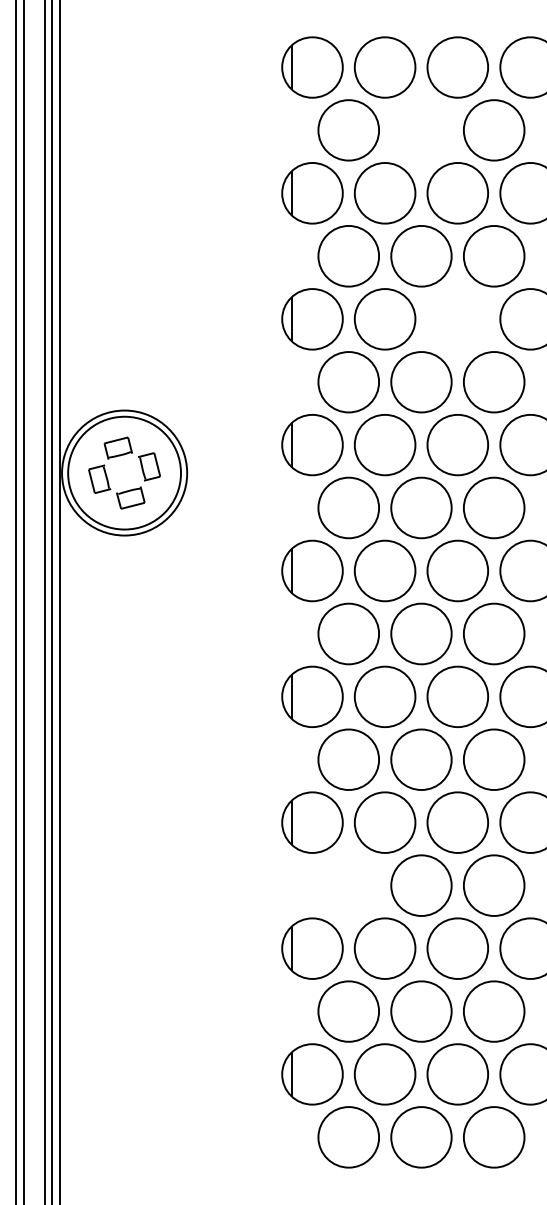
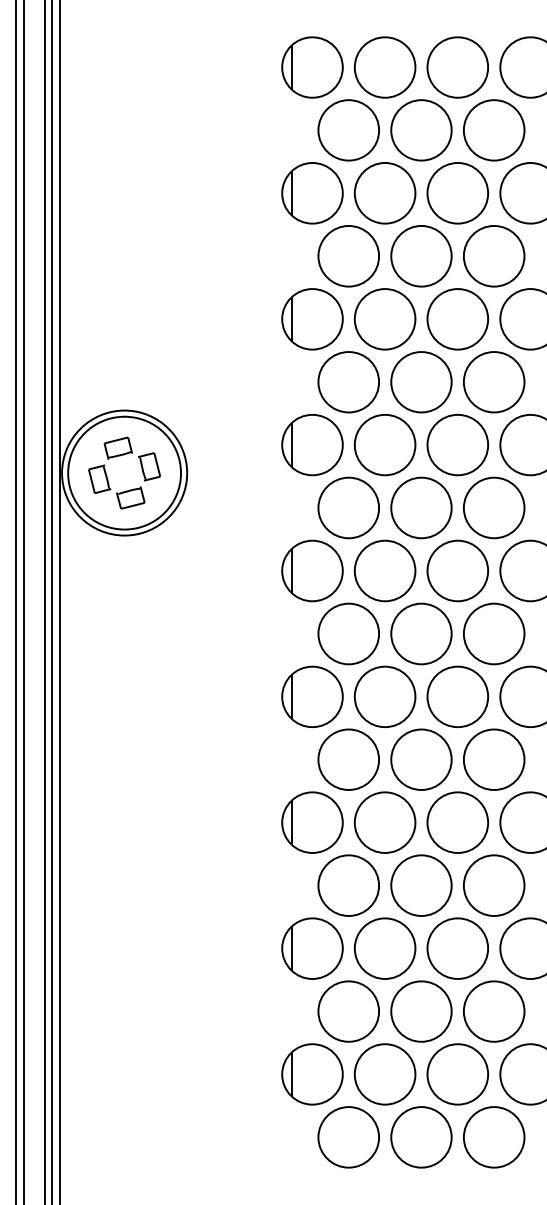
part at (421, 130): none -> present
part at (457, 319): none -> present
part at (348, 885): none -> present
